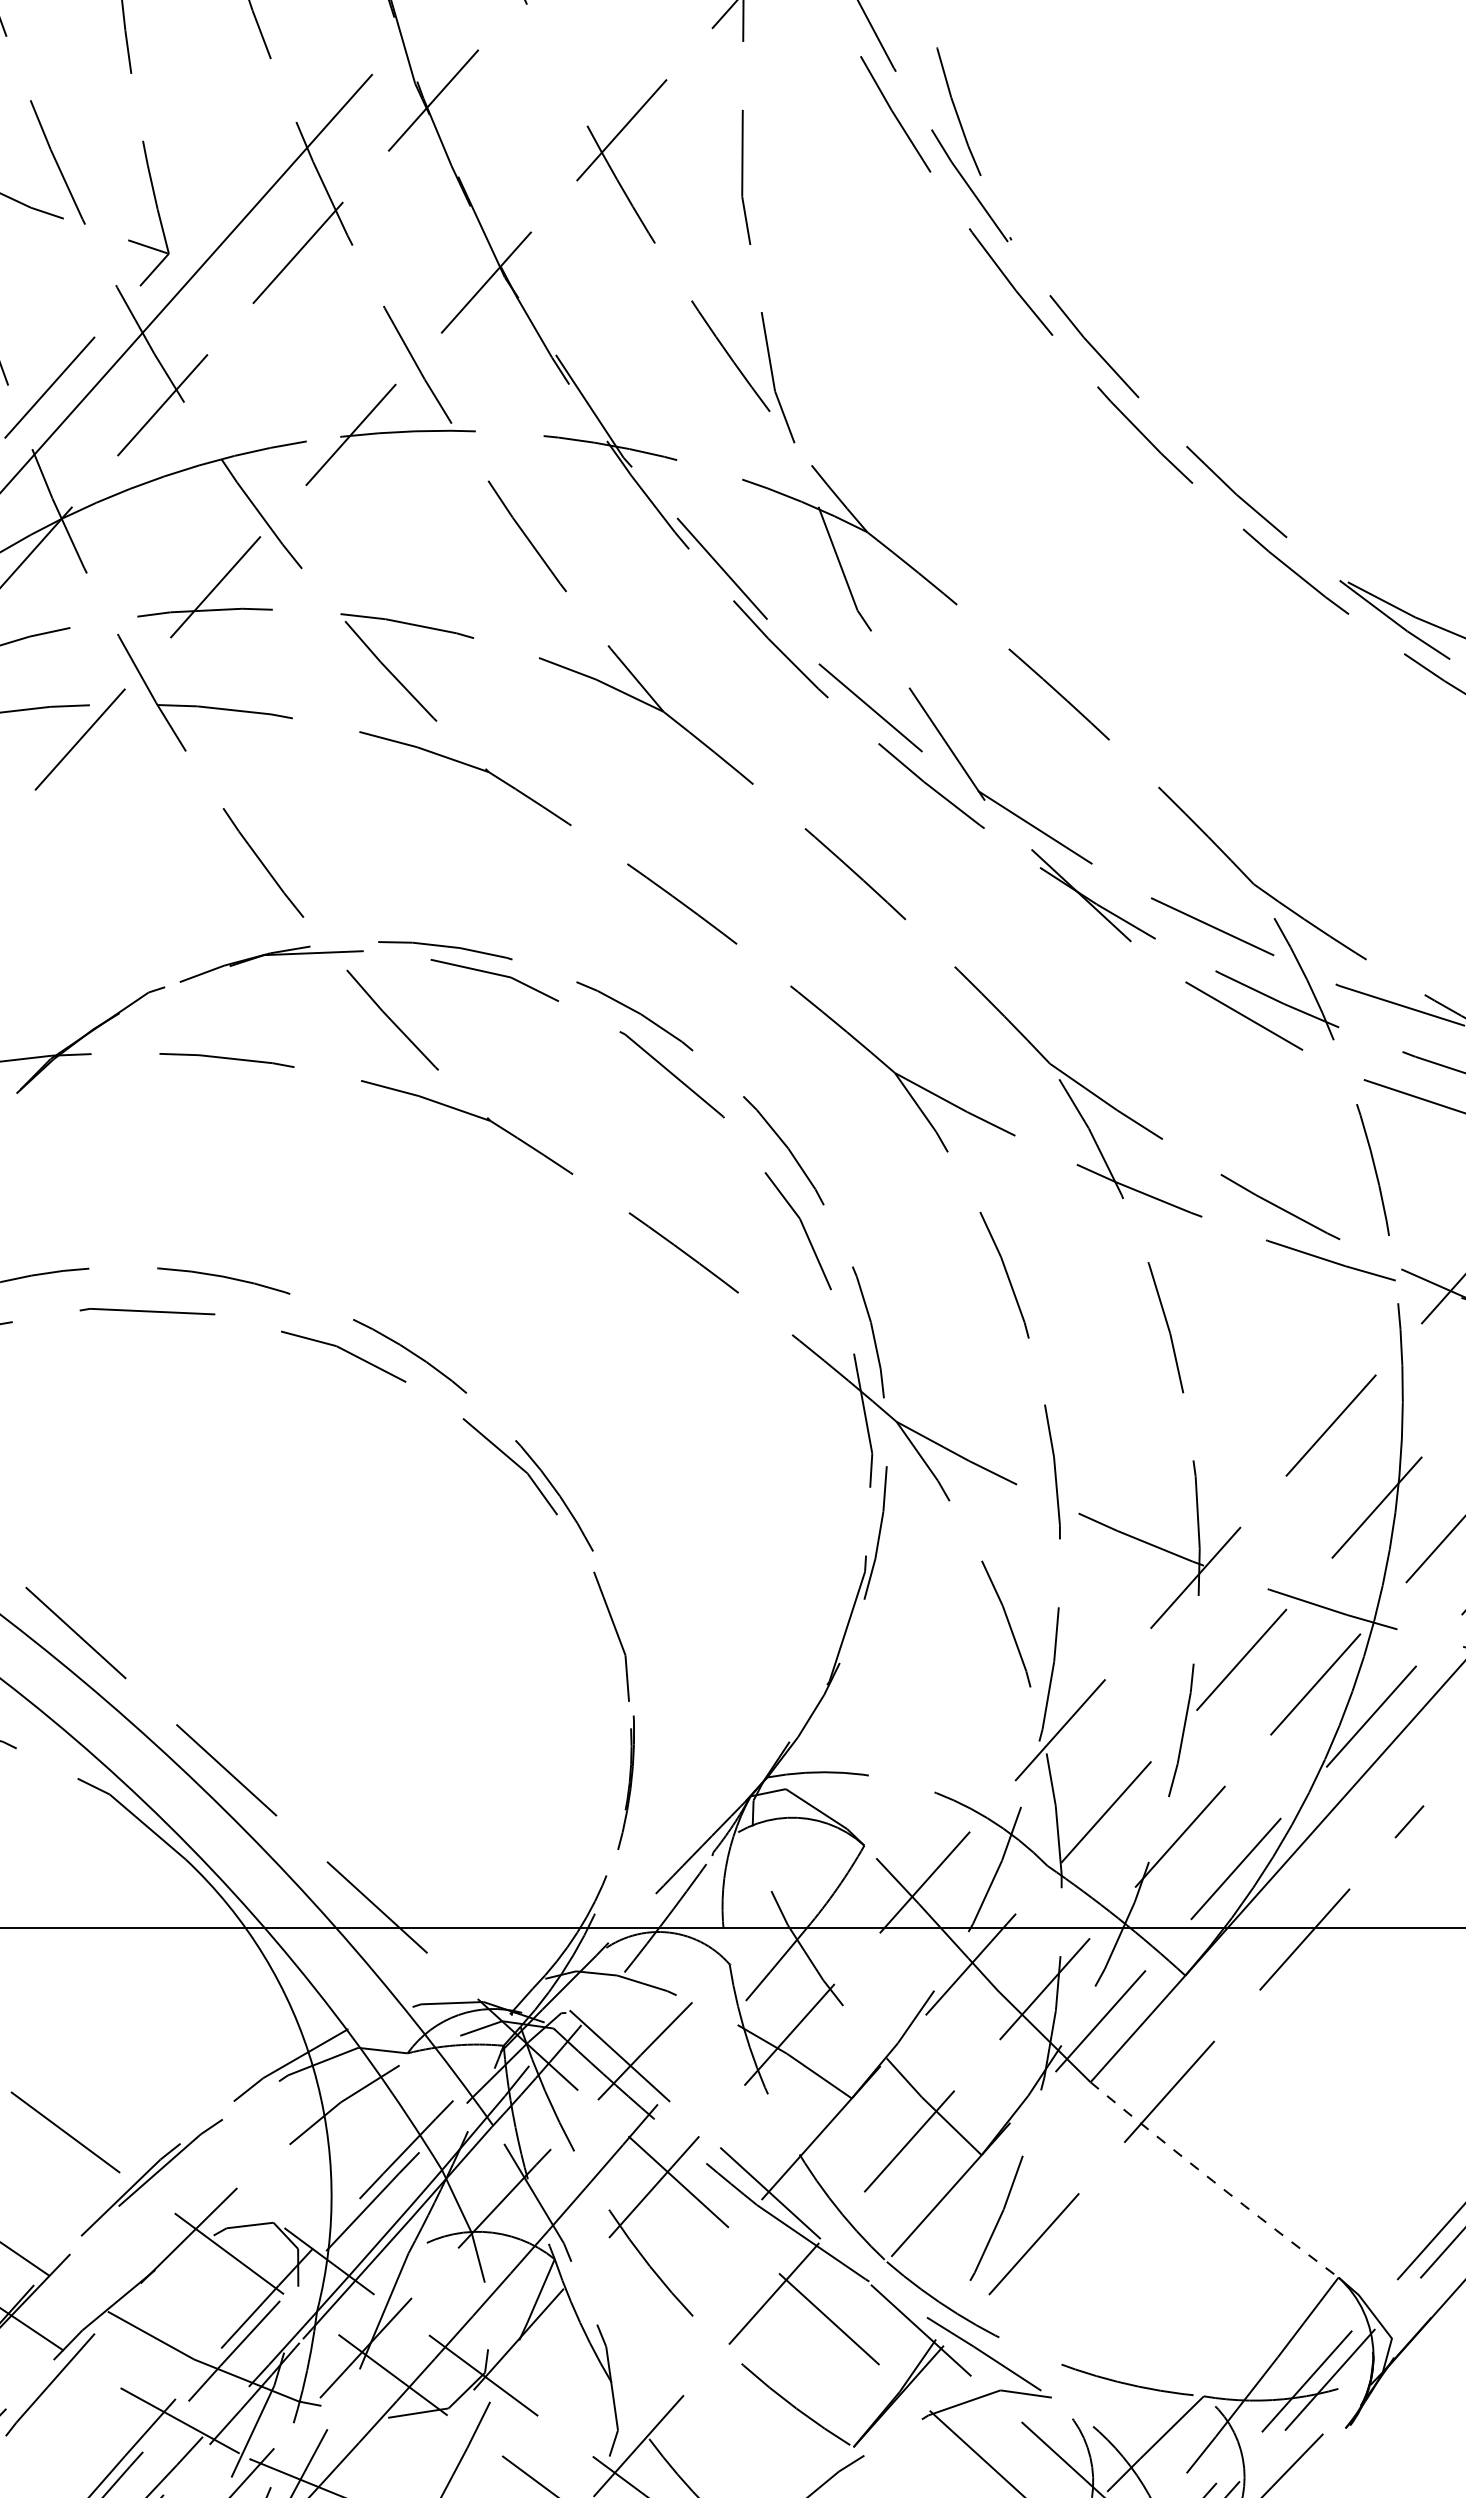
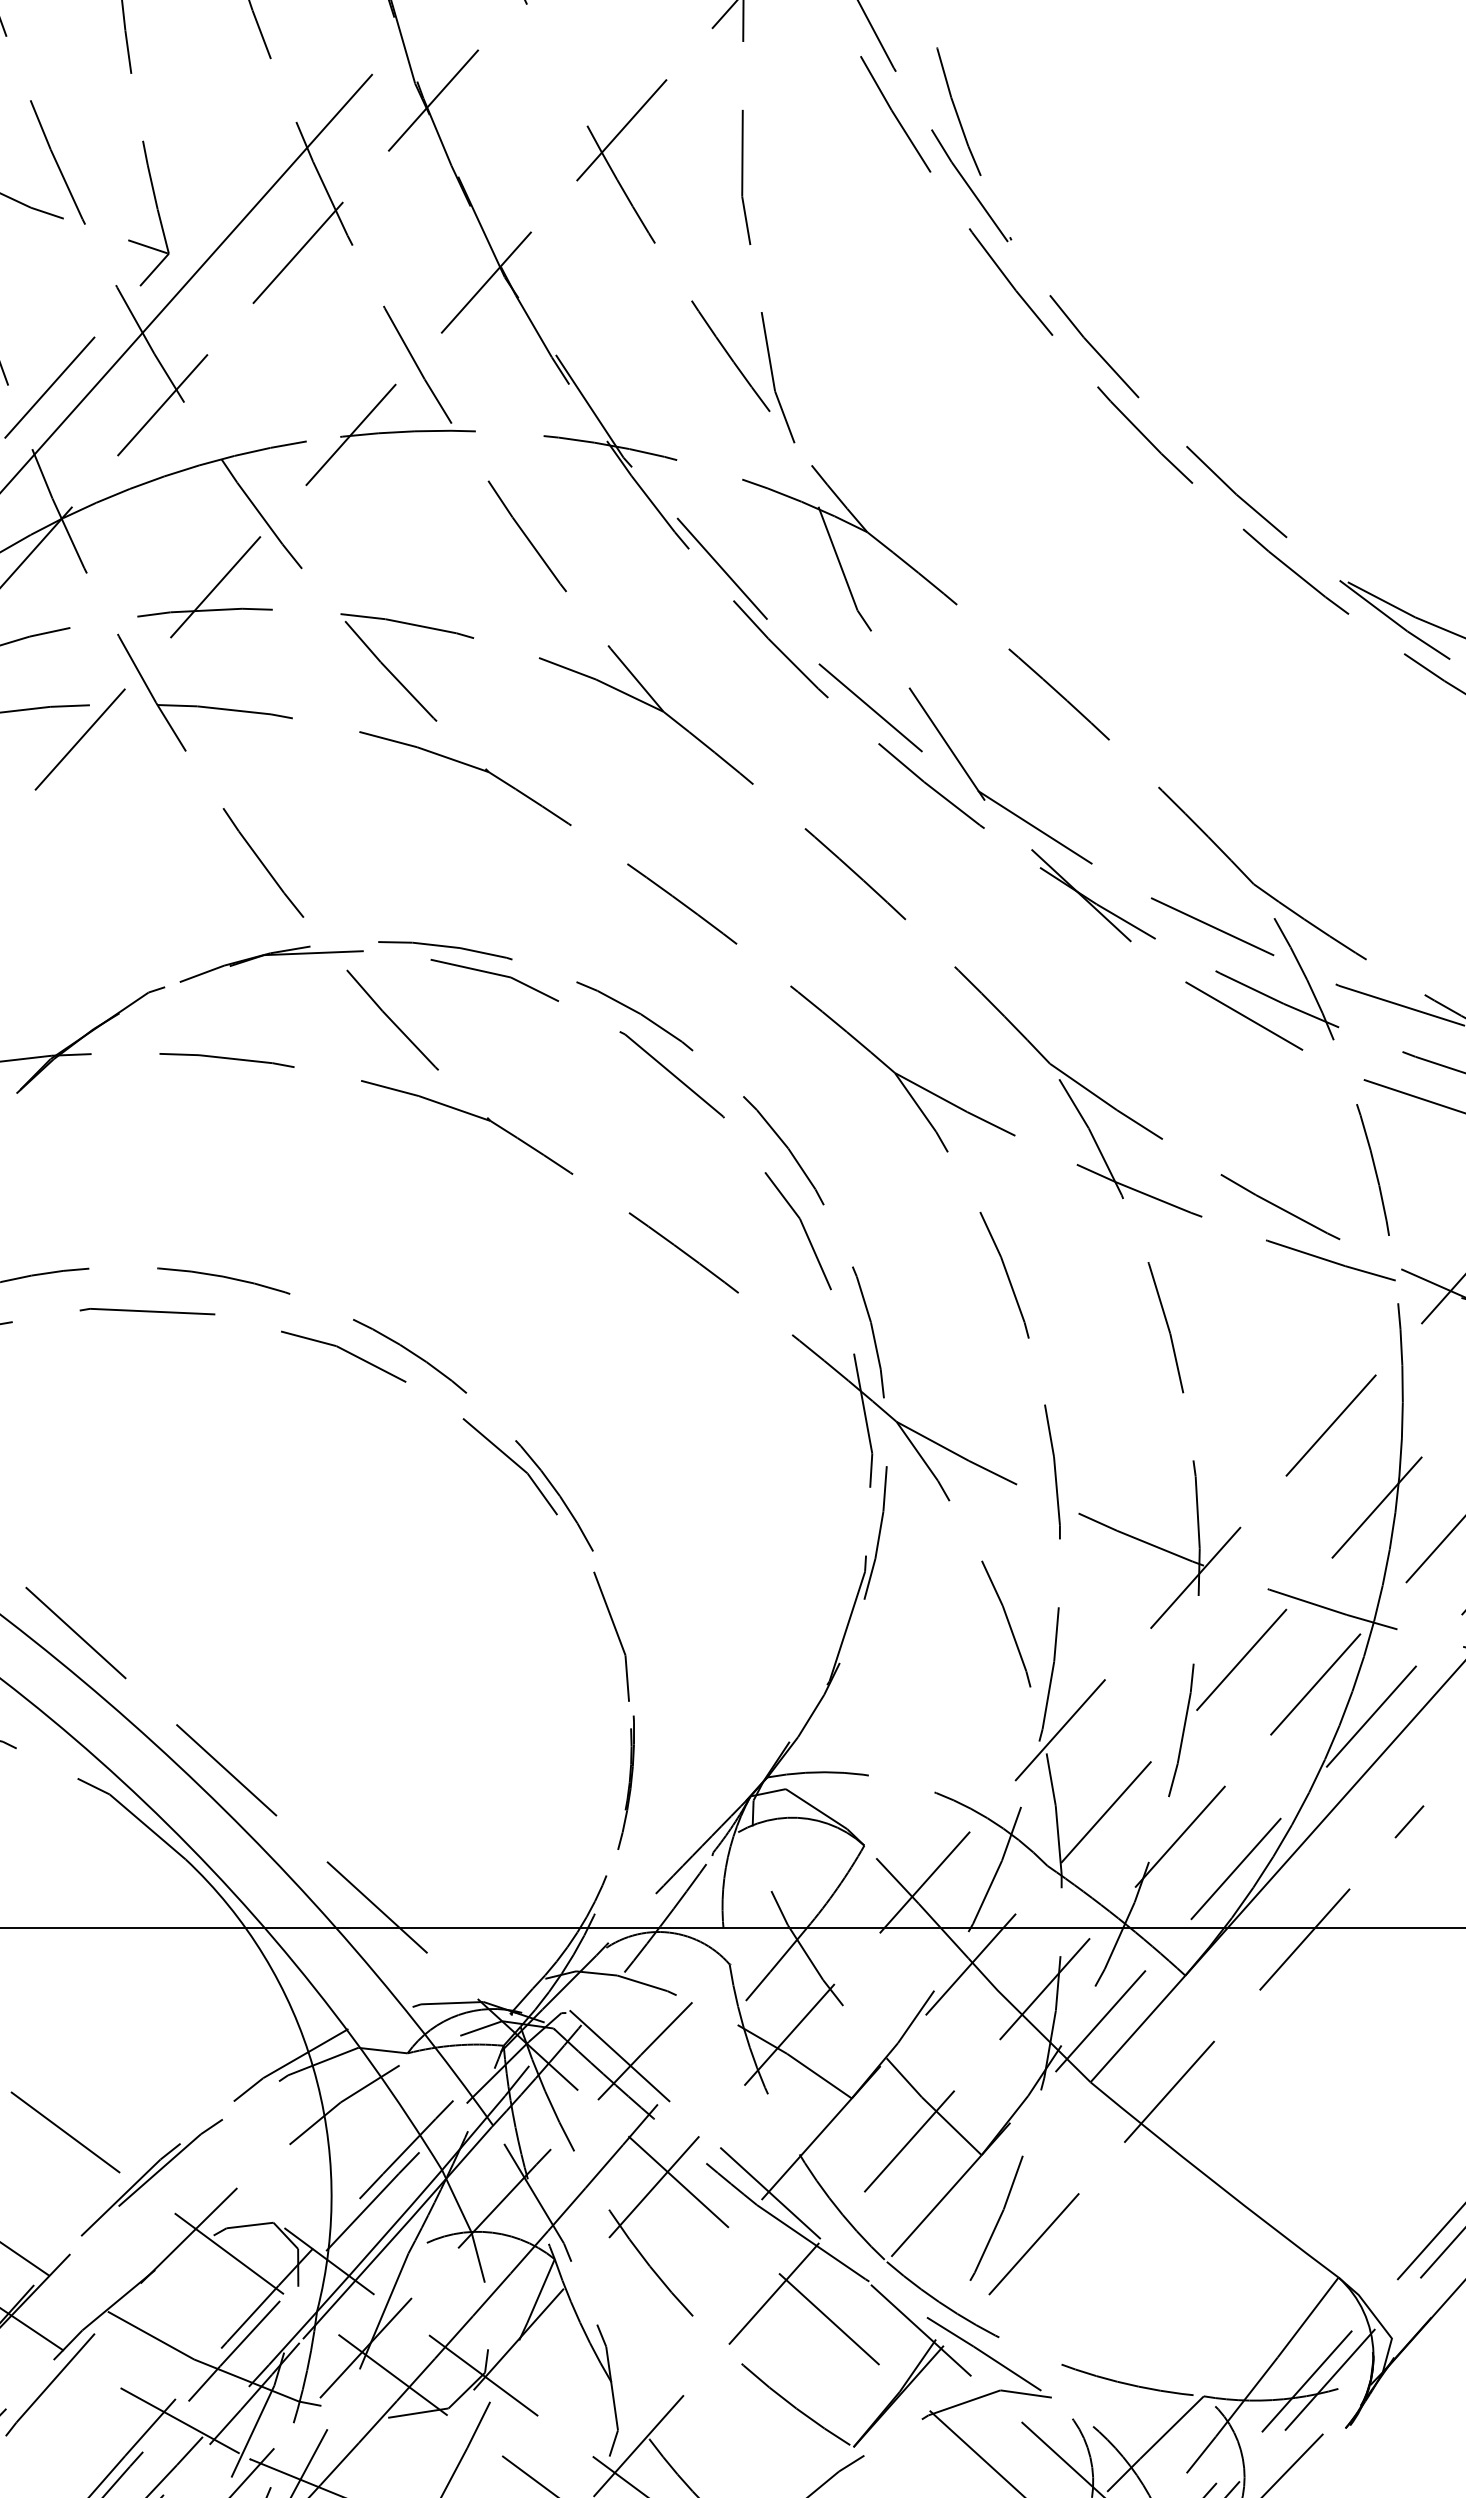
arc at (1213, 2181): dashed -> solid
